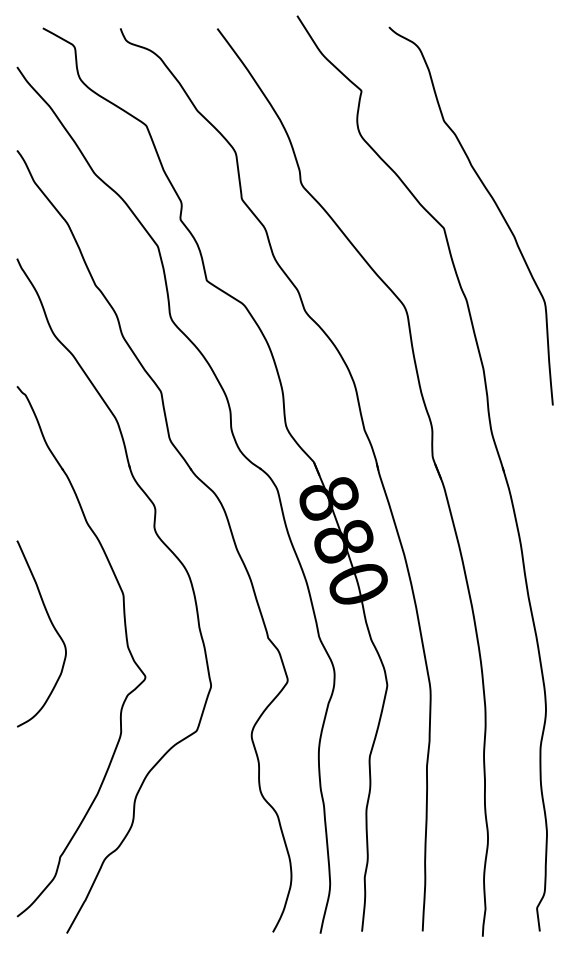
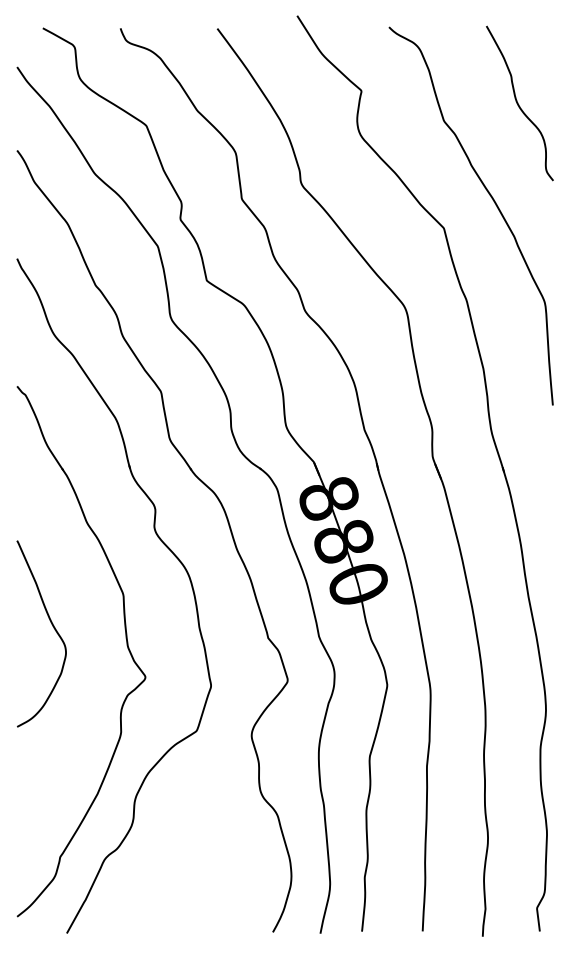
curve at (518, 103): none -> present
